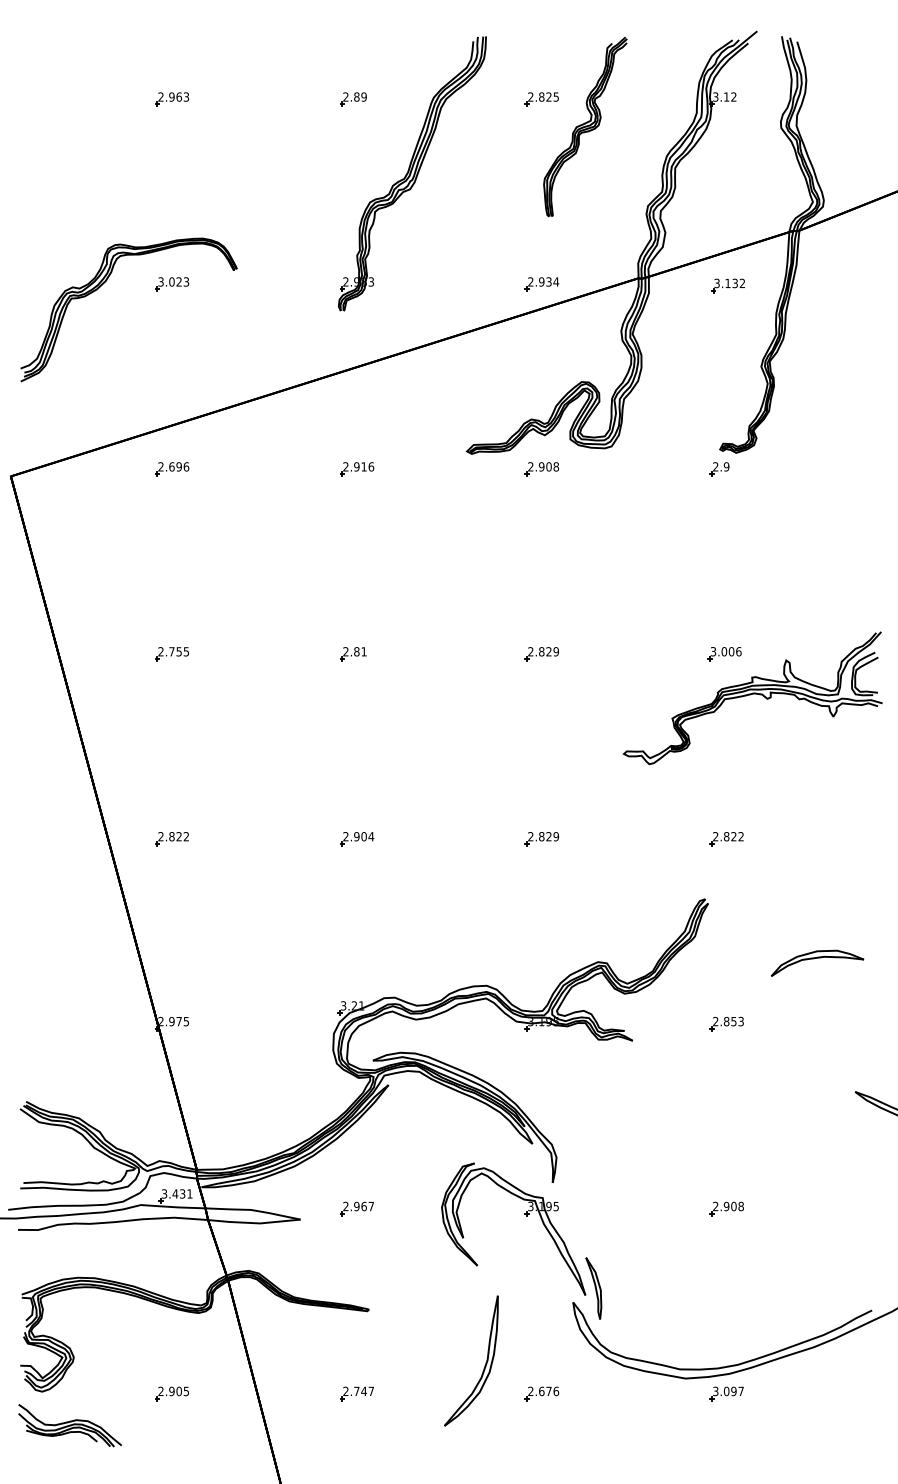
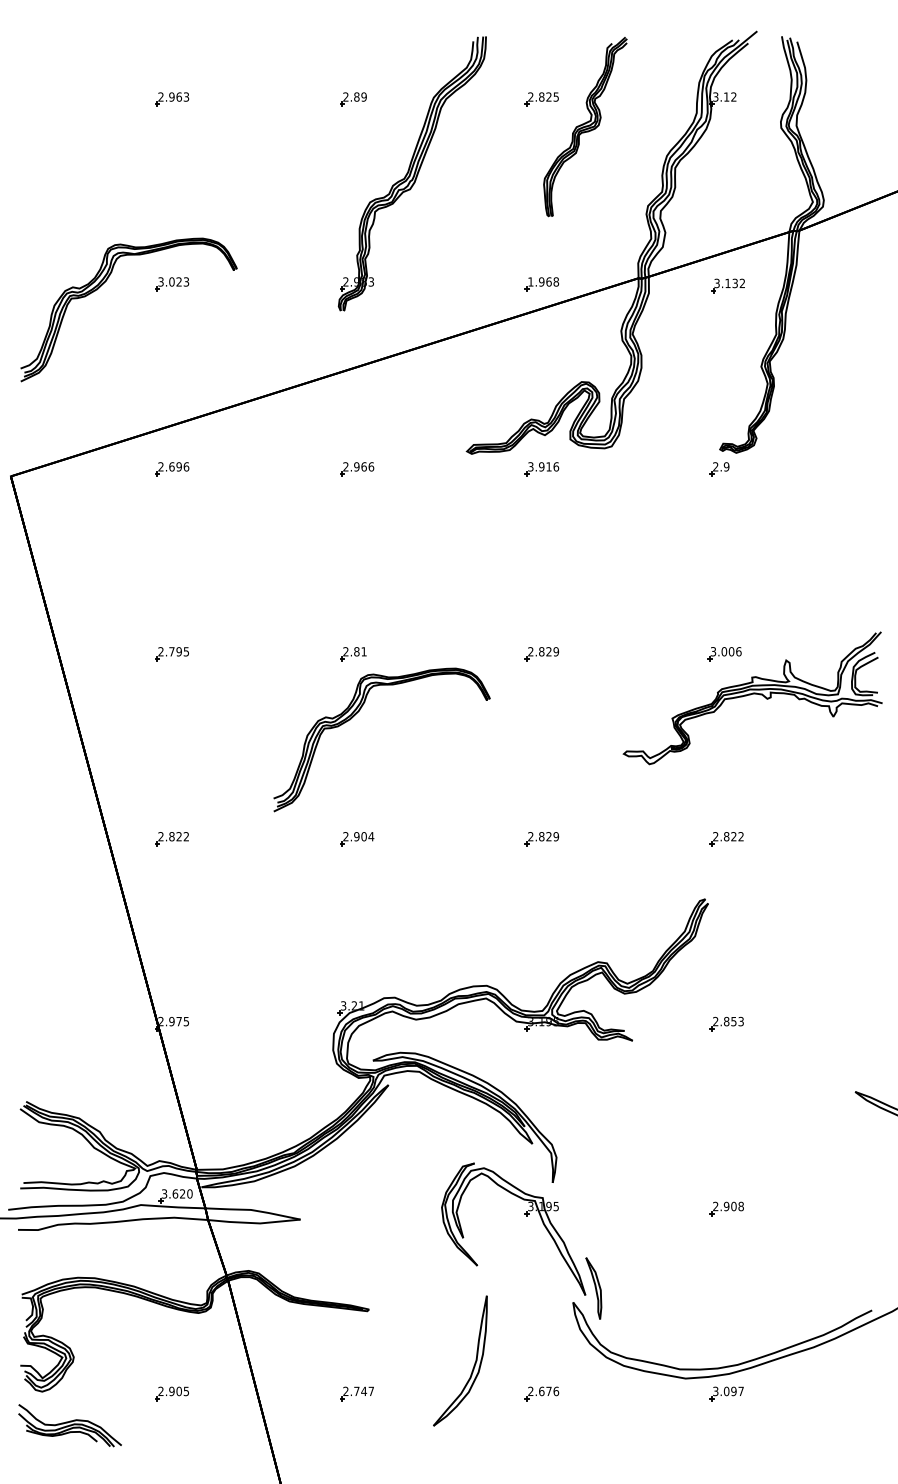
text at (543, 281): 2.934 -> 1.968
text at (363, 466): 2.916 -> 2.966
text at (543, 466): 2.908 -> 3.916
text at (178, 651): 2.755 -> 2.795
part at (356, 714): none -> present
part at (817, 962): present -> none
text at (182, 1193): 3.431 -> 3.620
part at (356, 1208): present -> none
part at (484, 1365) position: (484, 1365) -> (473, 1365)
